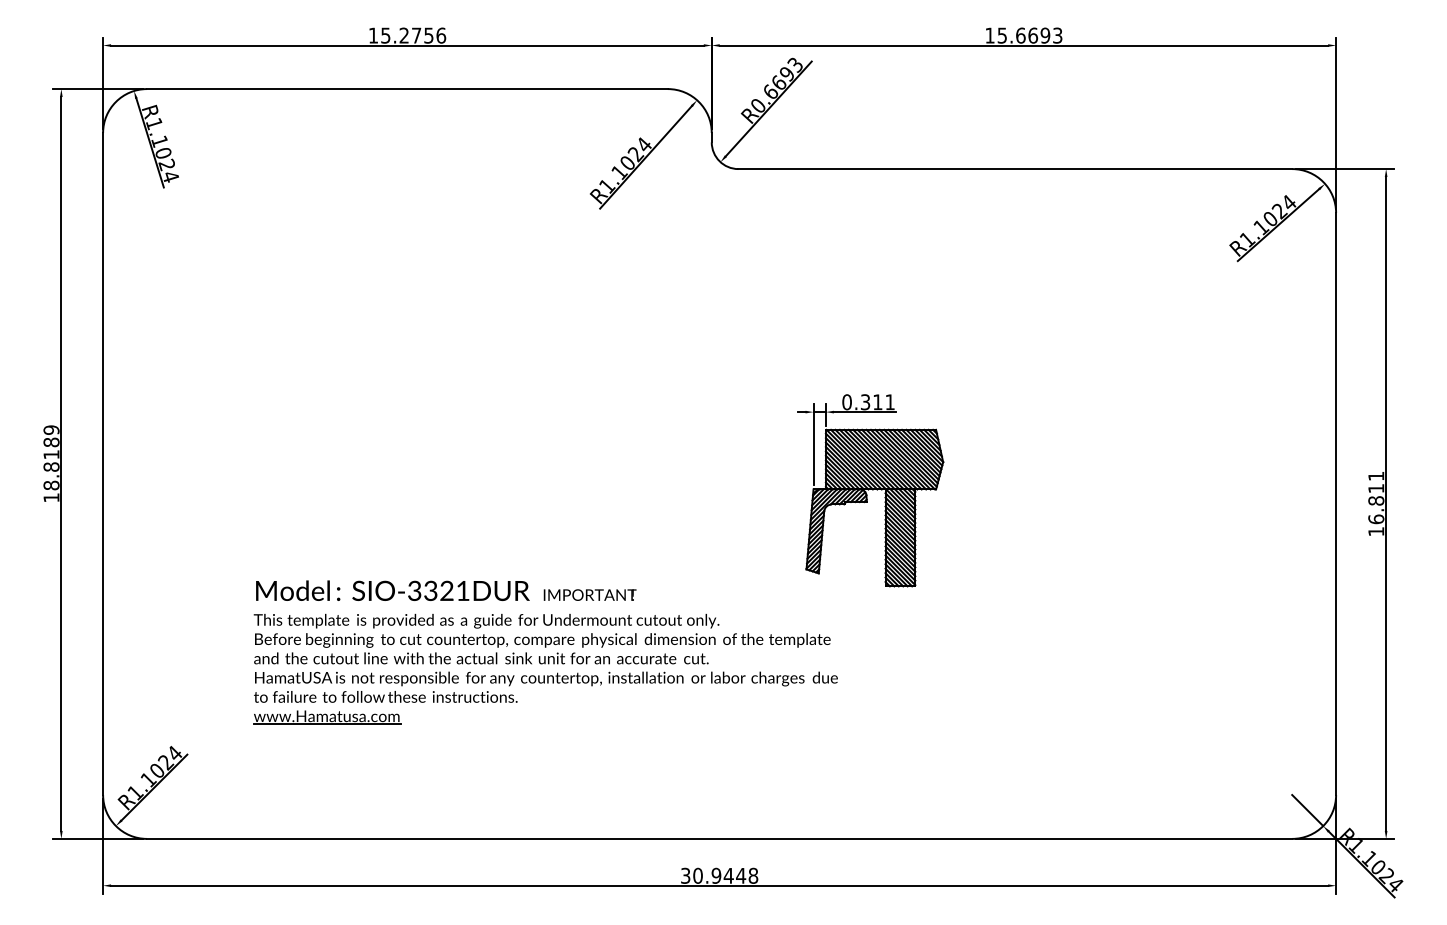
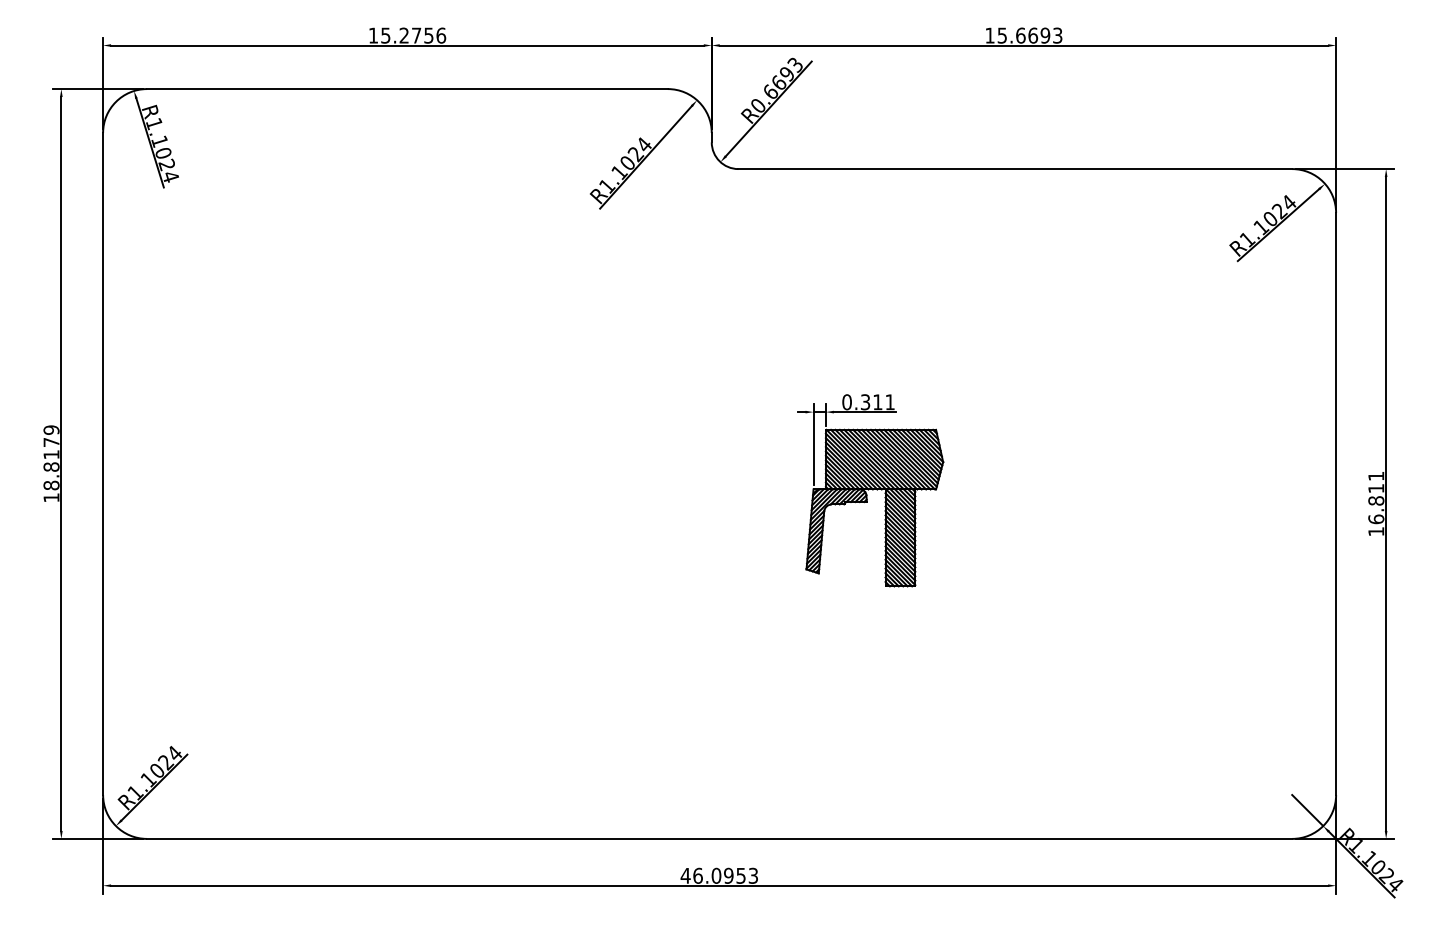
text at (51, 442): 18.8189 -> 18.8179
part at (545, 652): present -> none
text at (719, 875): 30.9448 -> 46.0953
